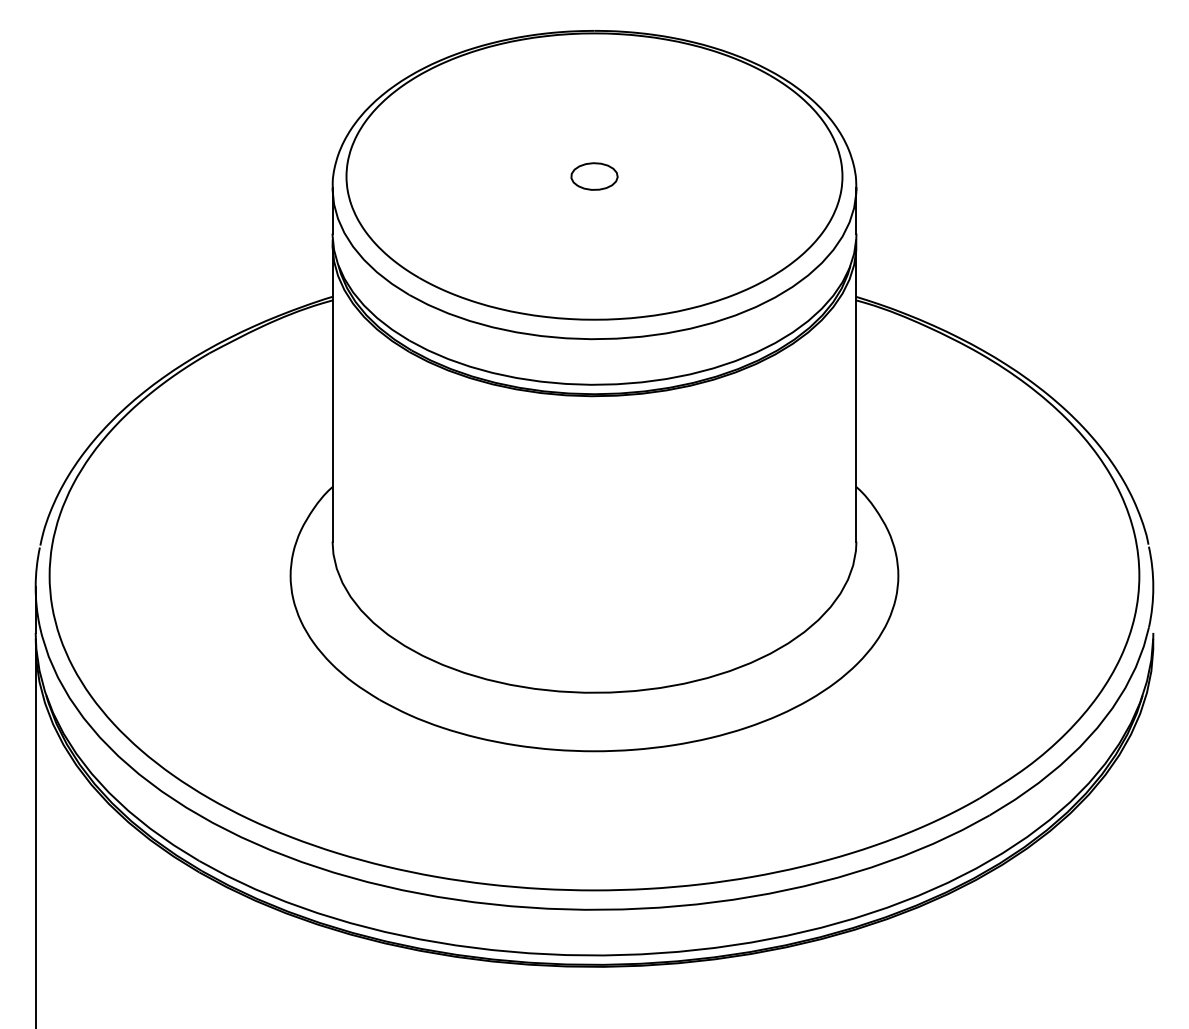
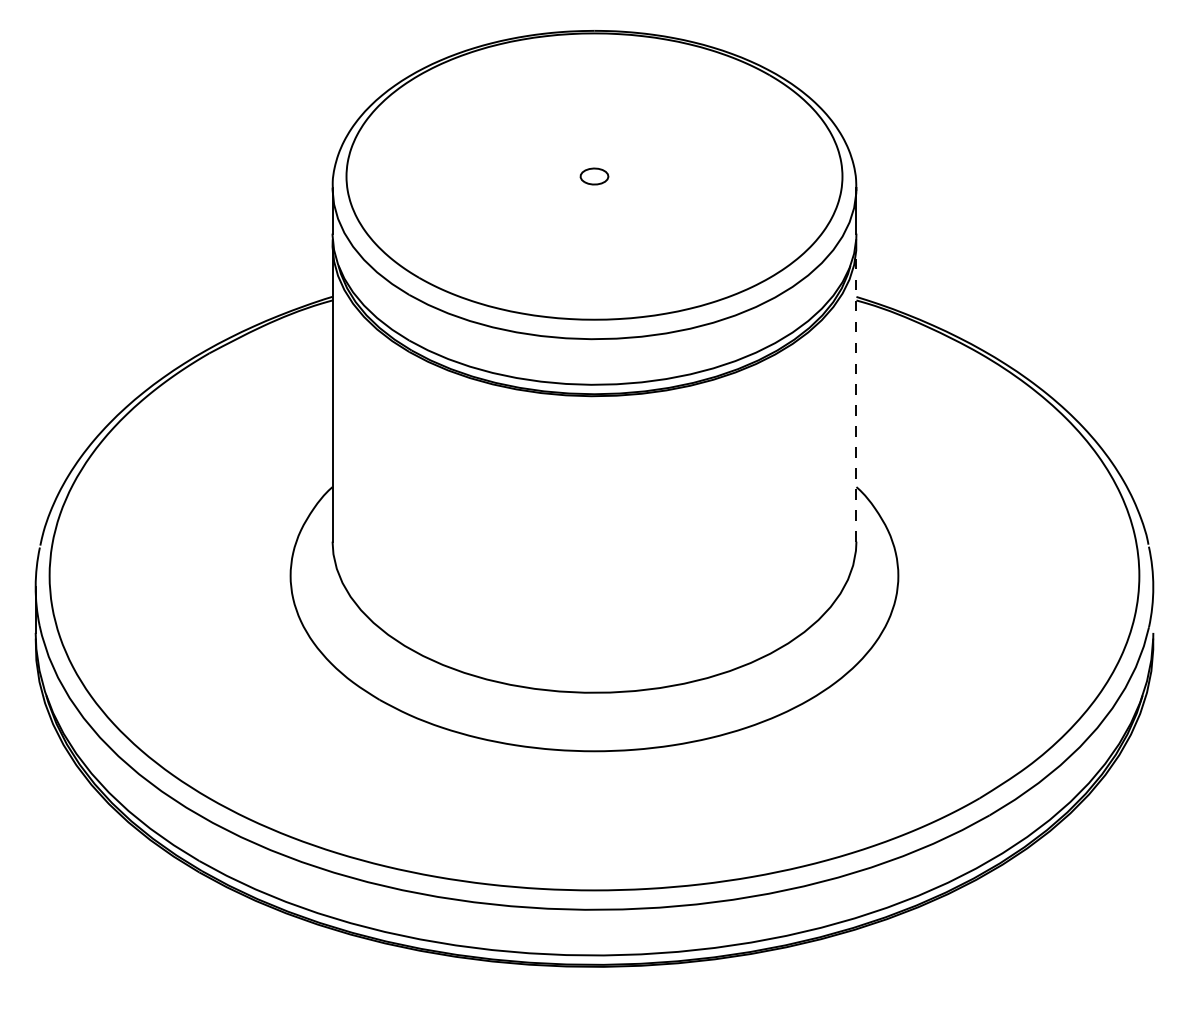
part at (594, 176) size: 49x29 px -> 31x19 px
line at (856, 392): solid -> dashed
line at (35, 834): present -> none
